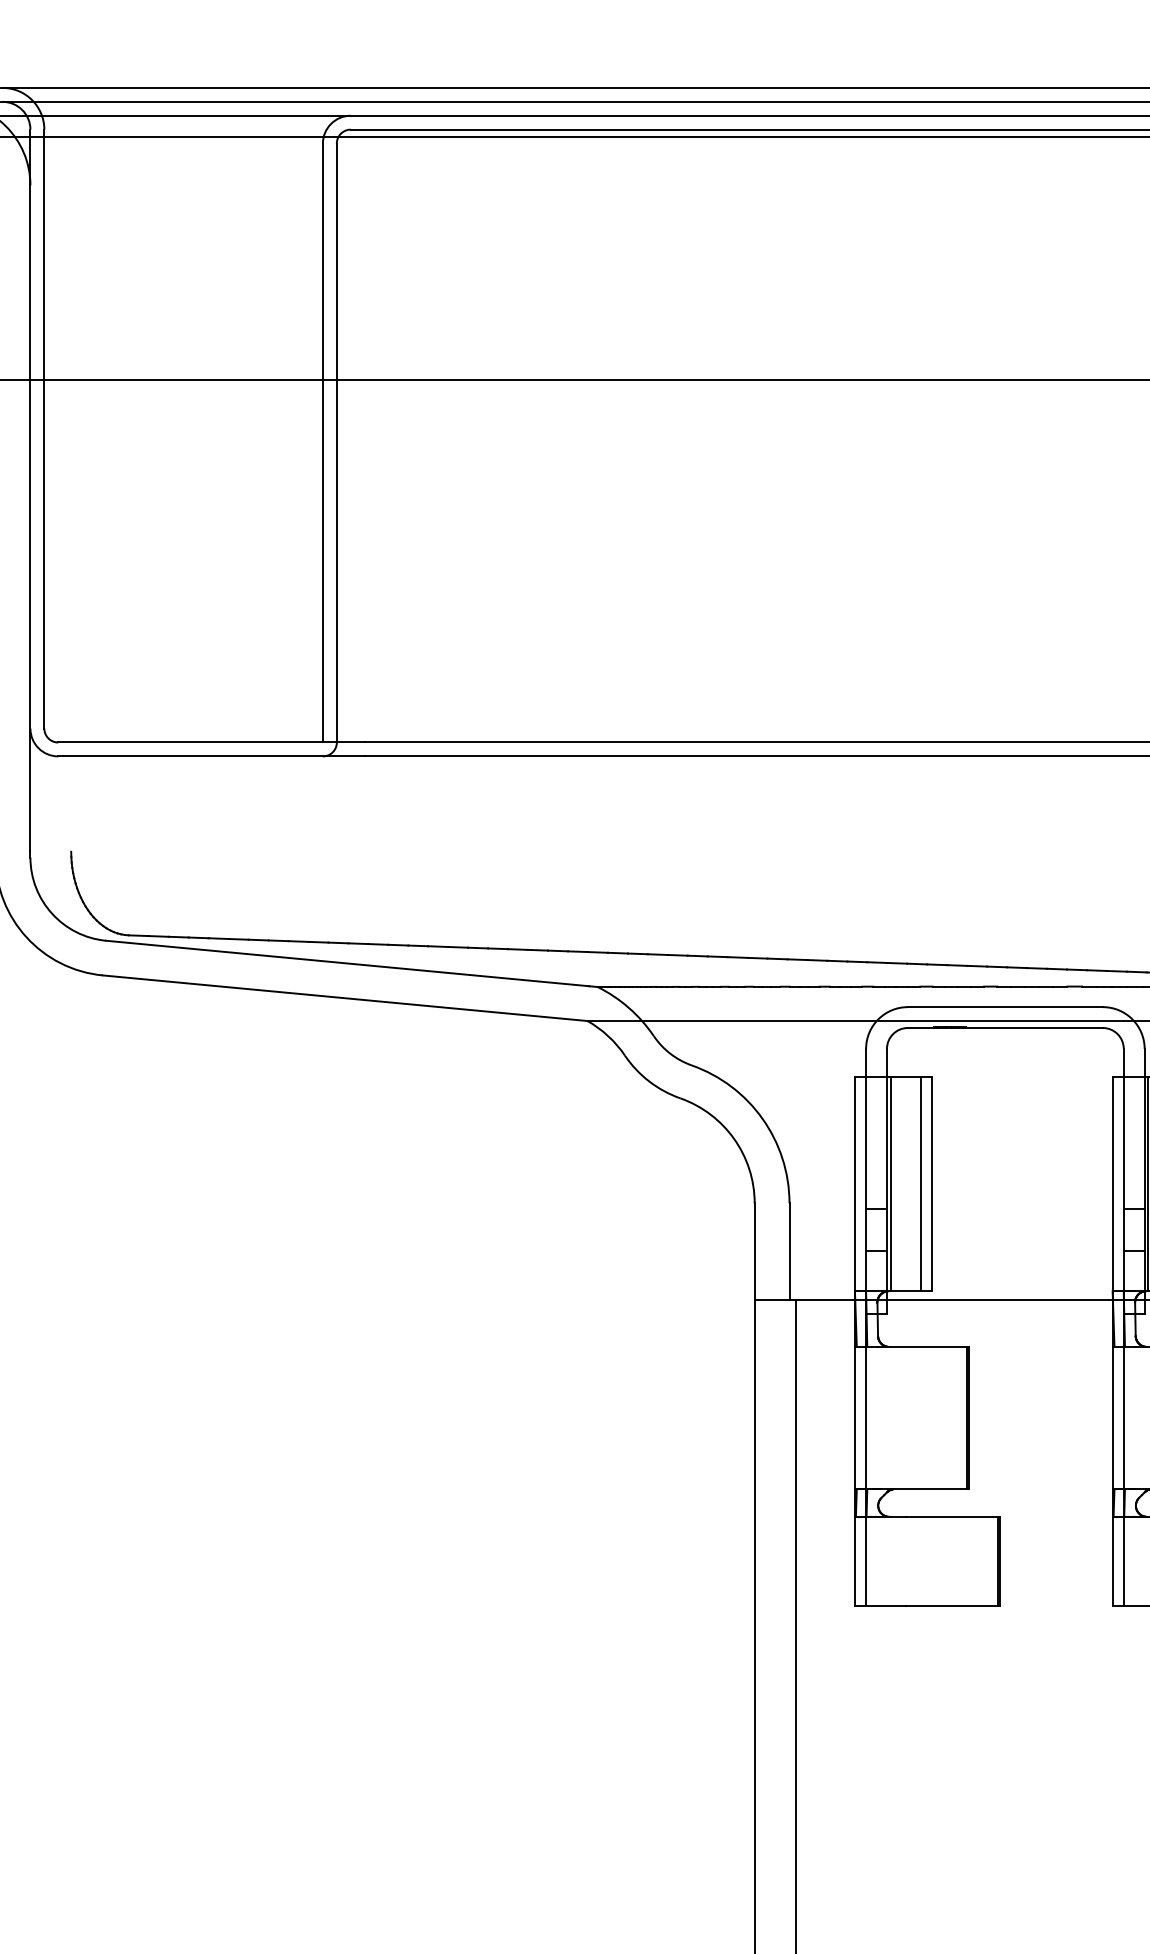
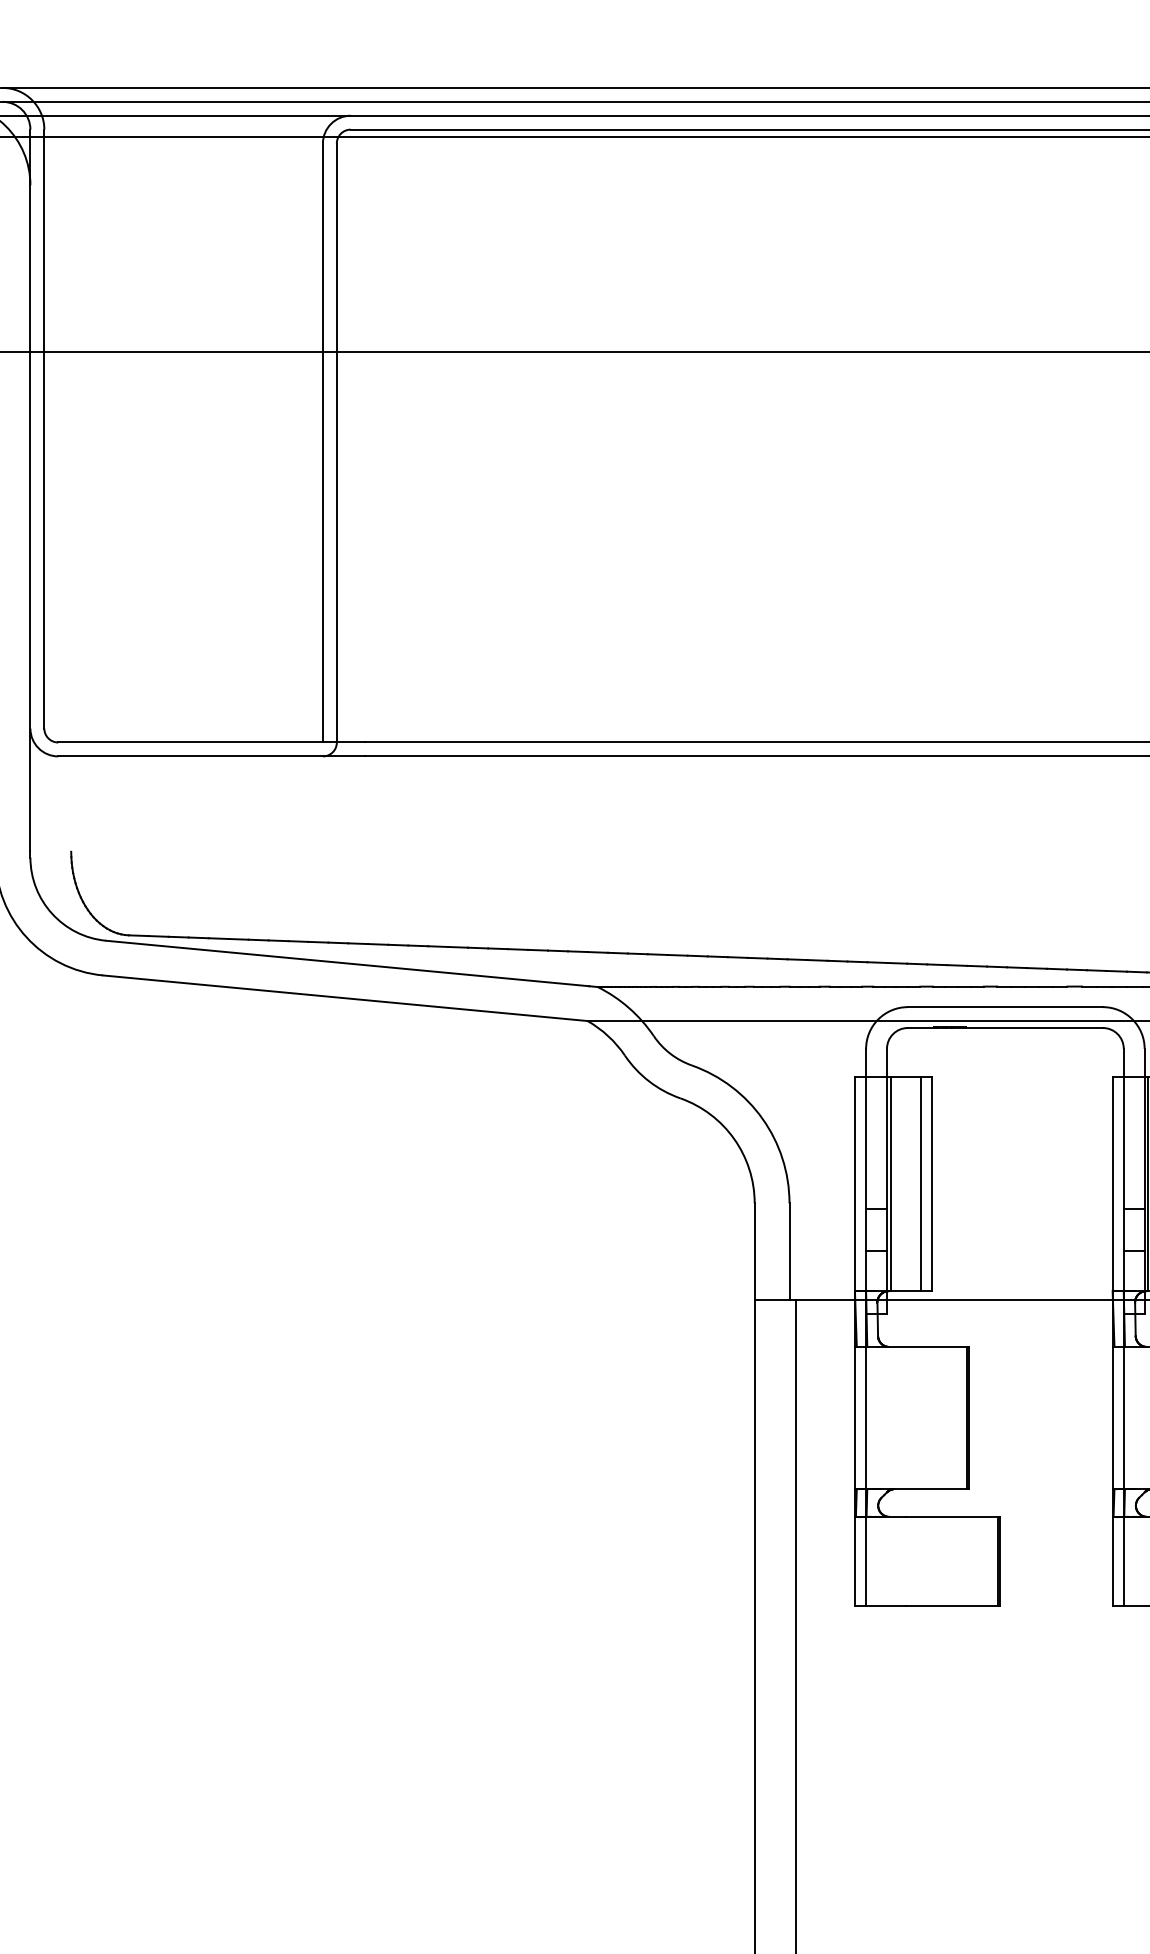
line at (574, 380) position: (574, 380) -> (574, 352)
